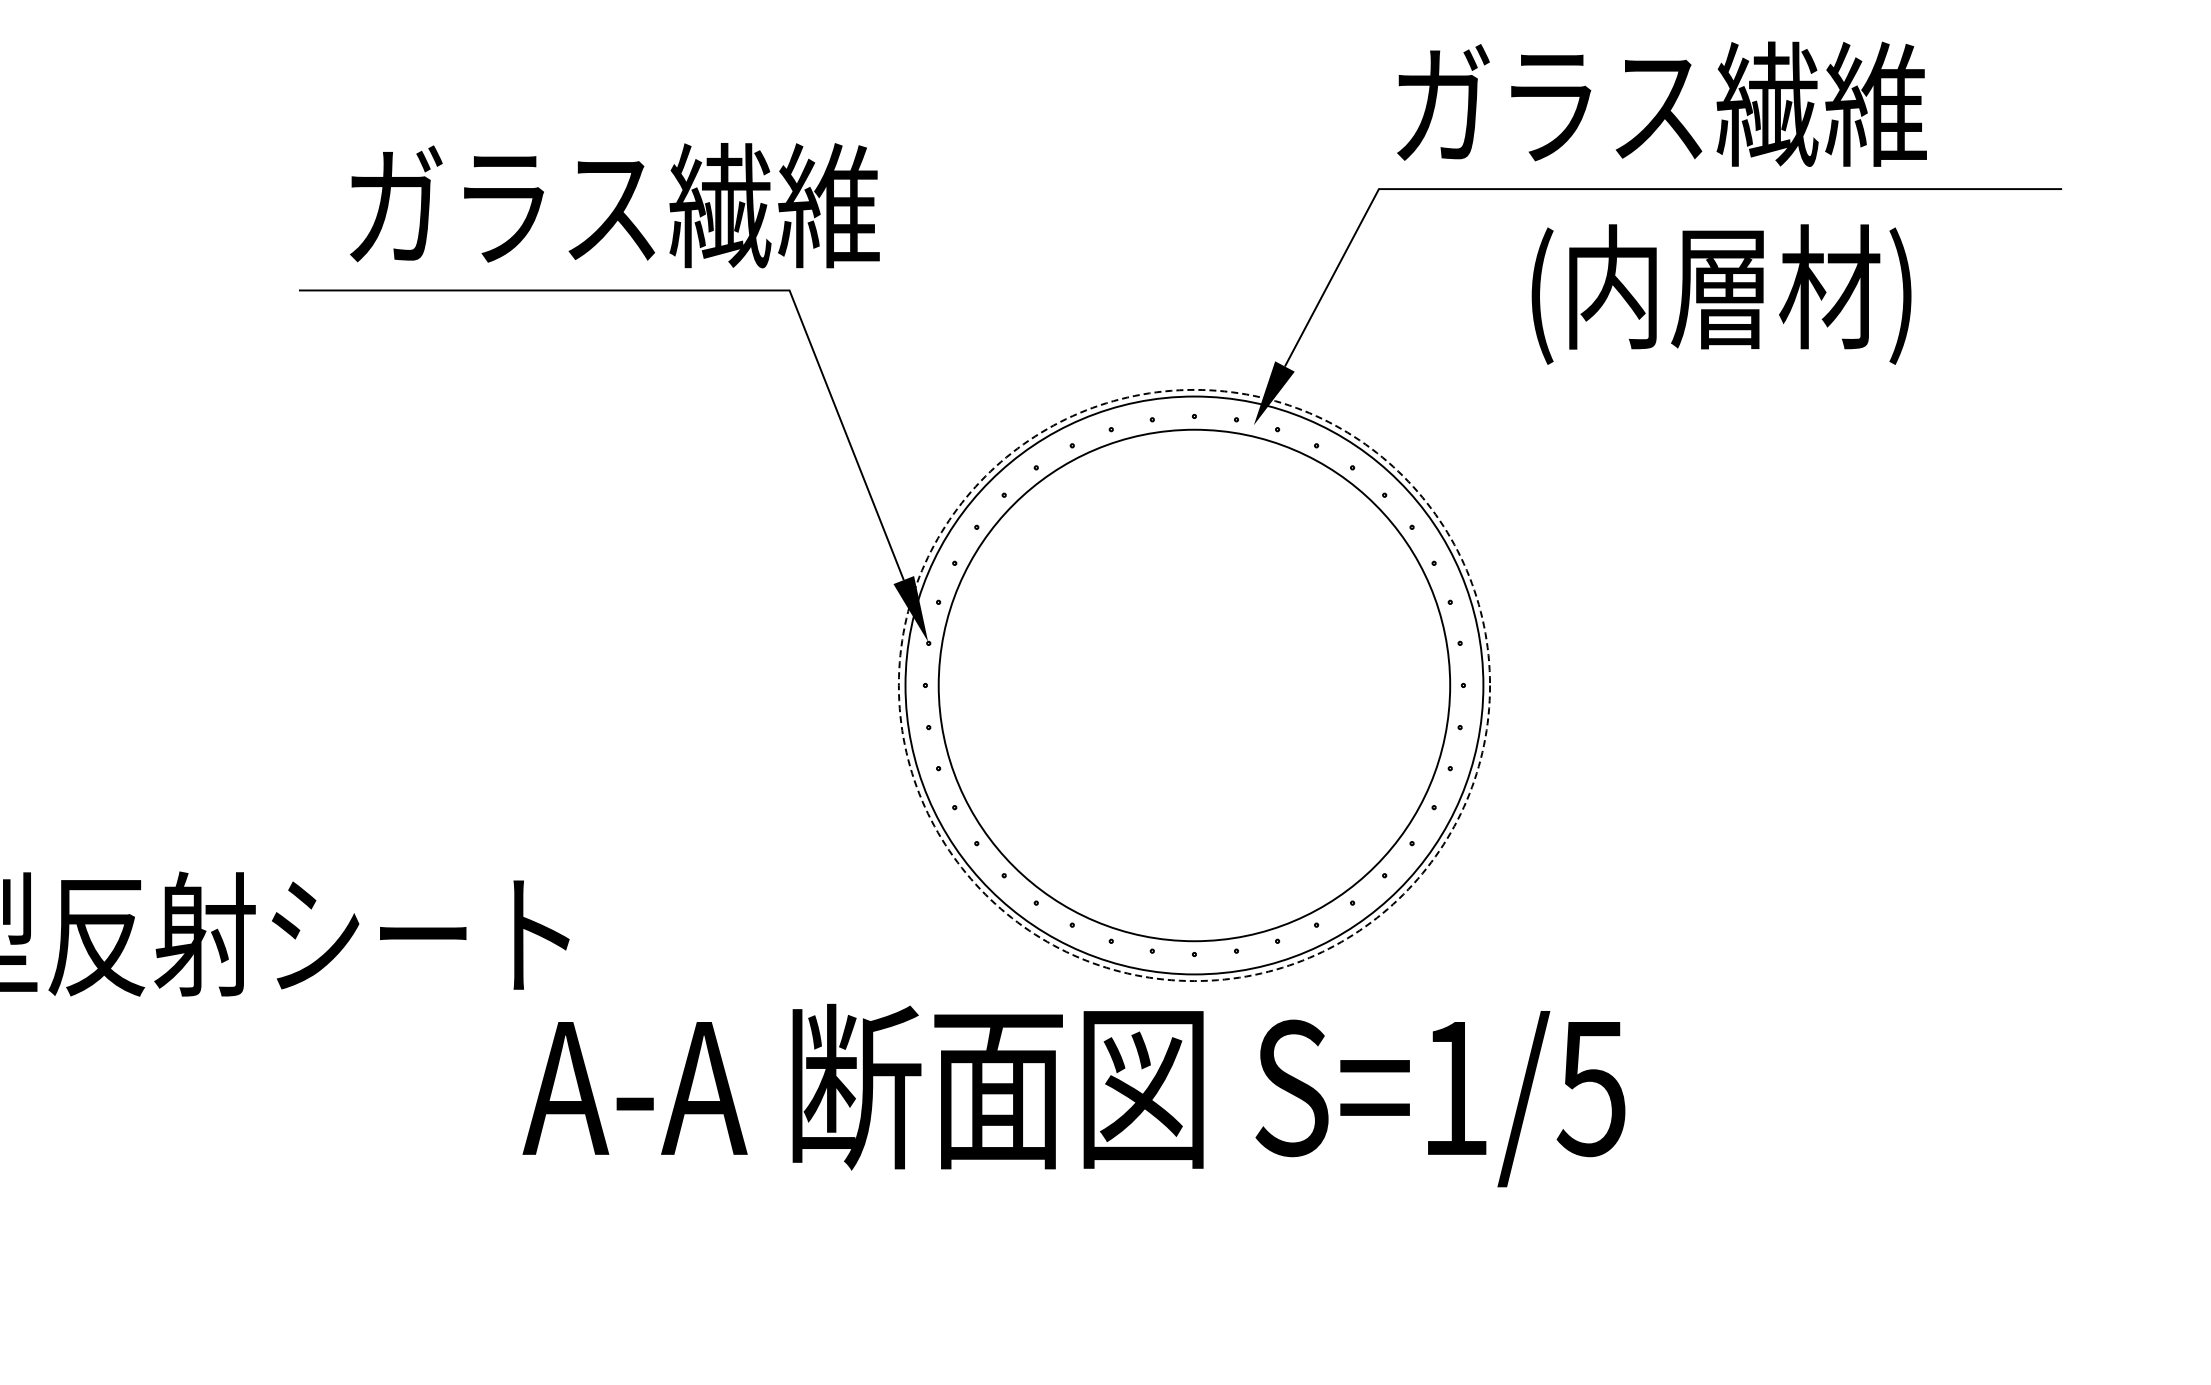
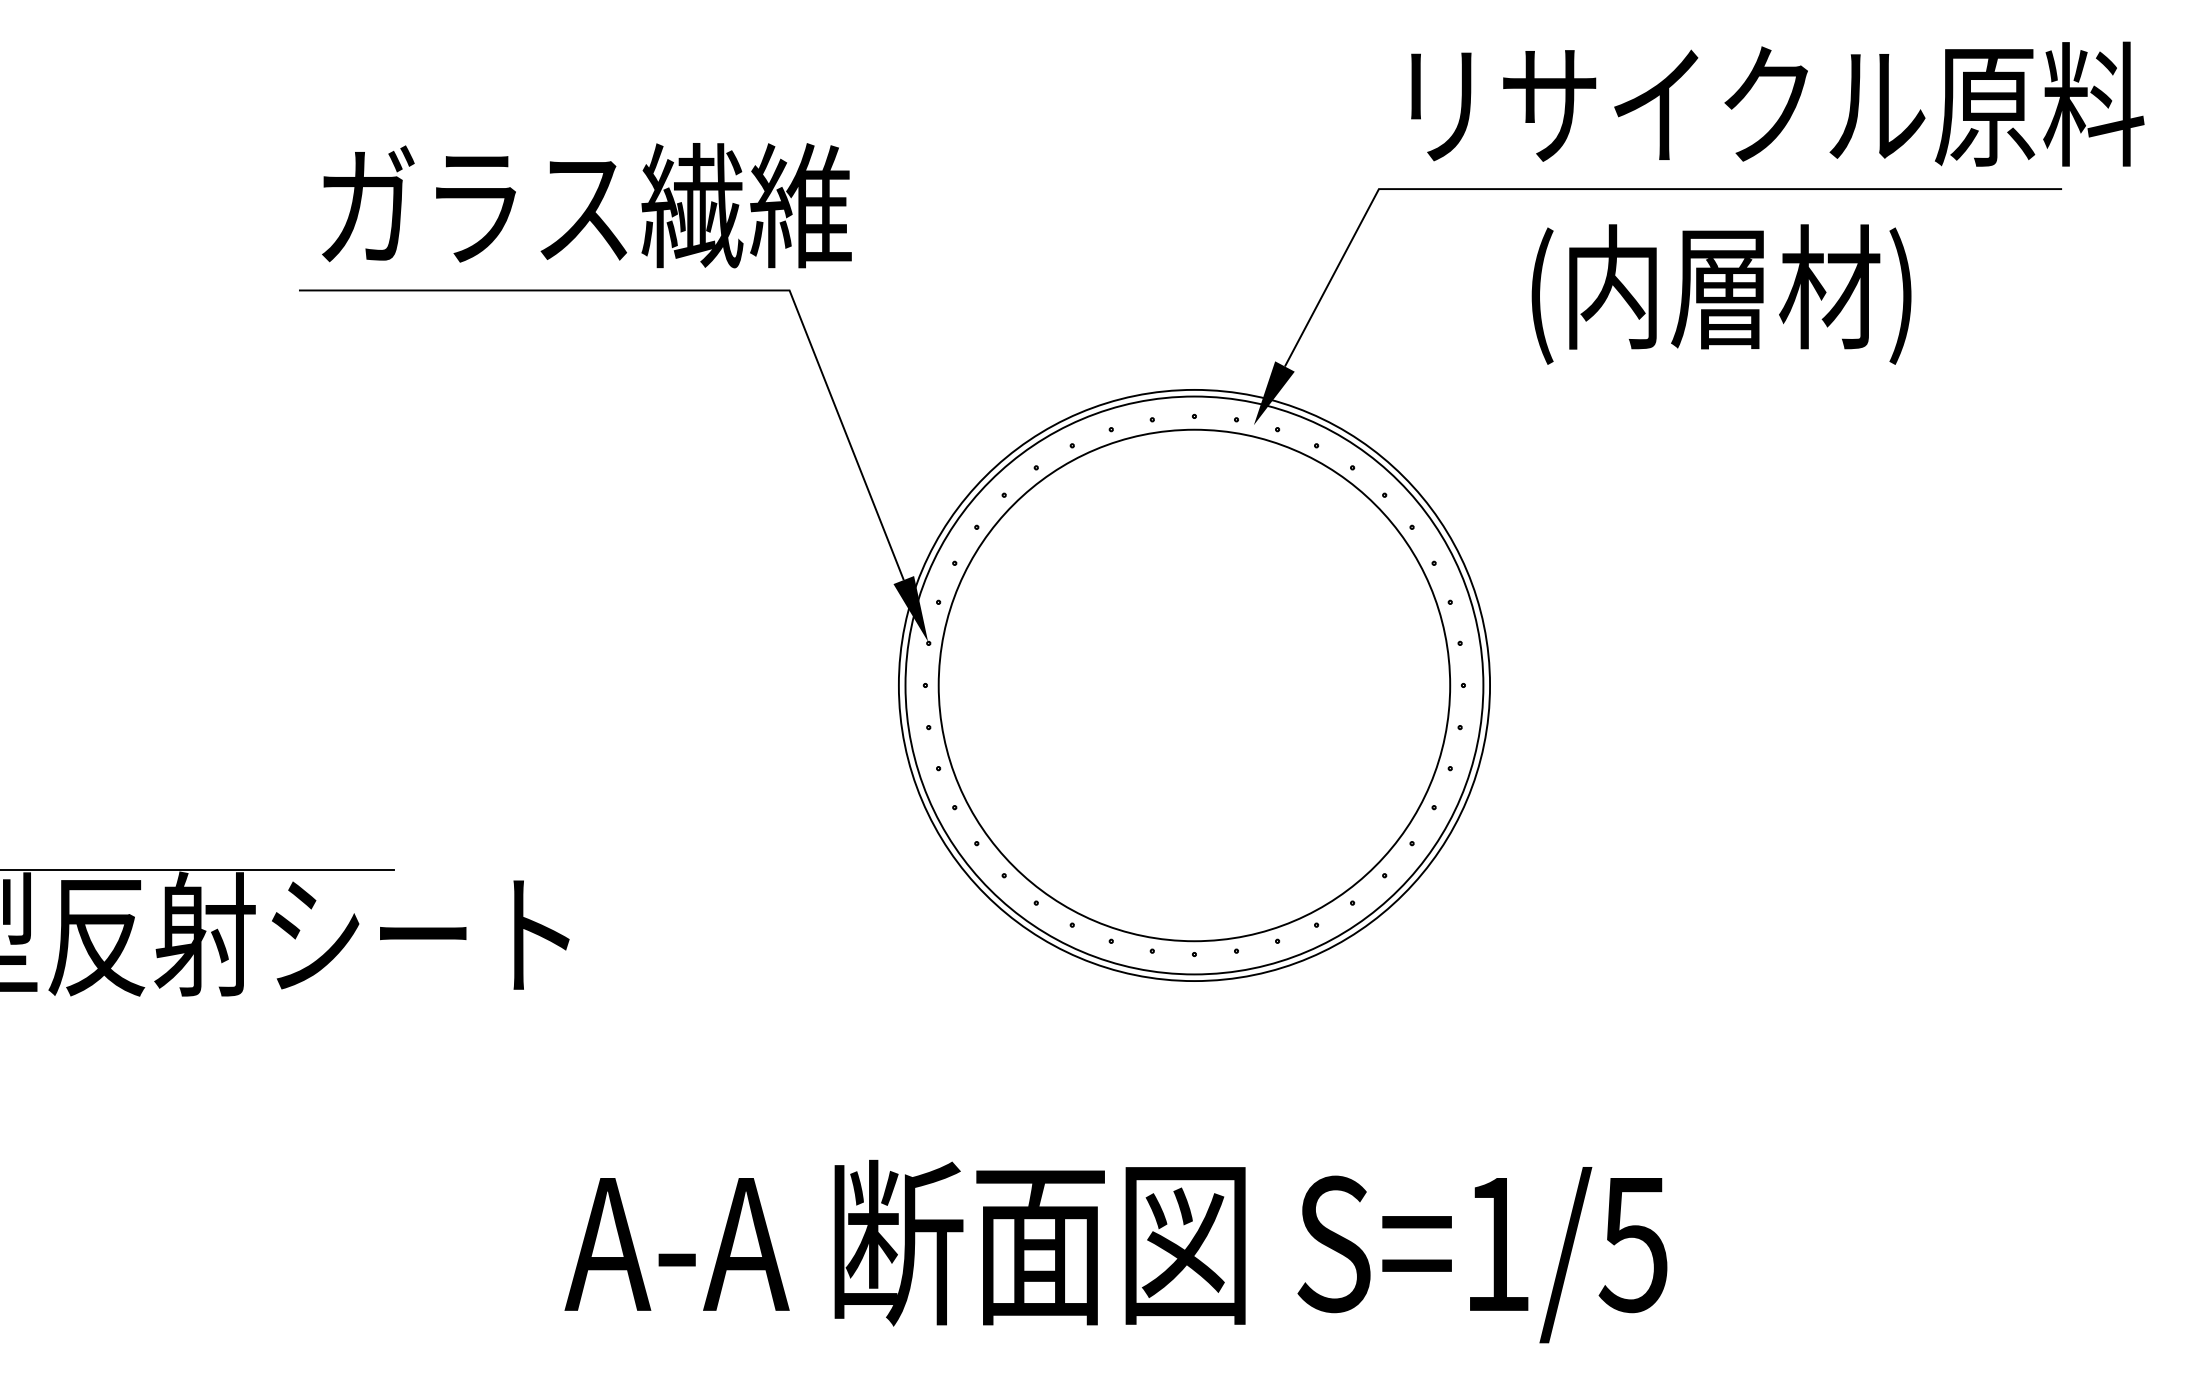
text at (1770, 103): ガラス繊維 -> リサイクル原料
text at (614, 205) position: (614, 205) -> (586, 205)
circle at (1194, 685): dashed -> solid
line at (197, 870): none -> present
text at (1073, 1095) position: (1073, 1095) -> (1115, 1251)
